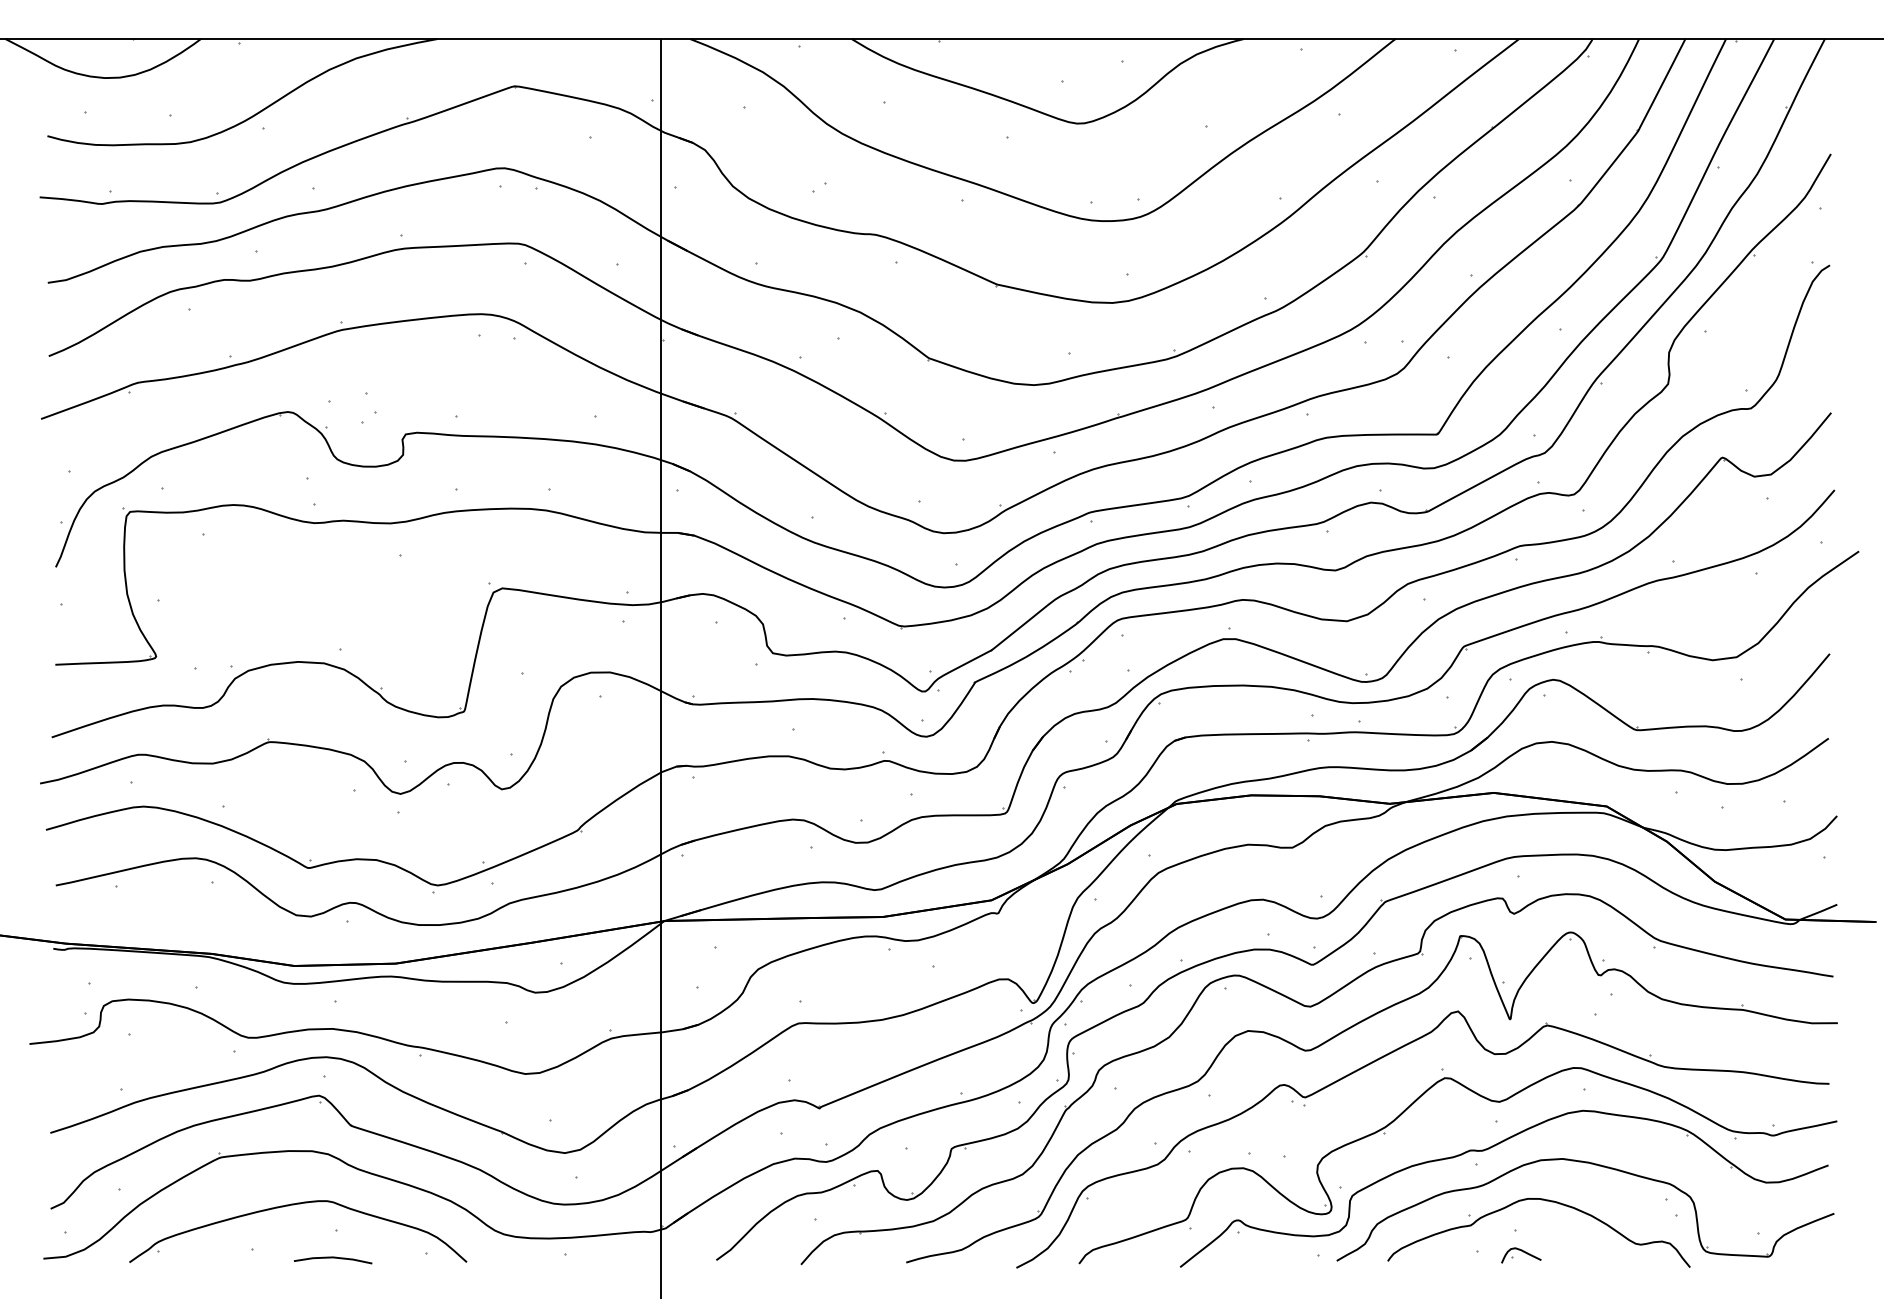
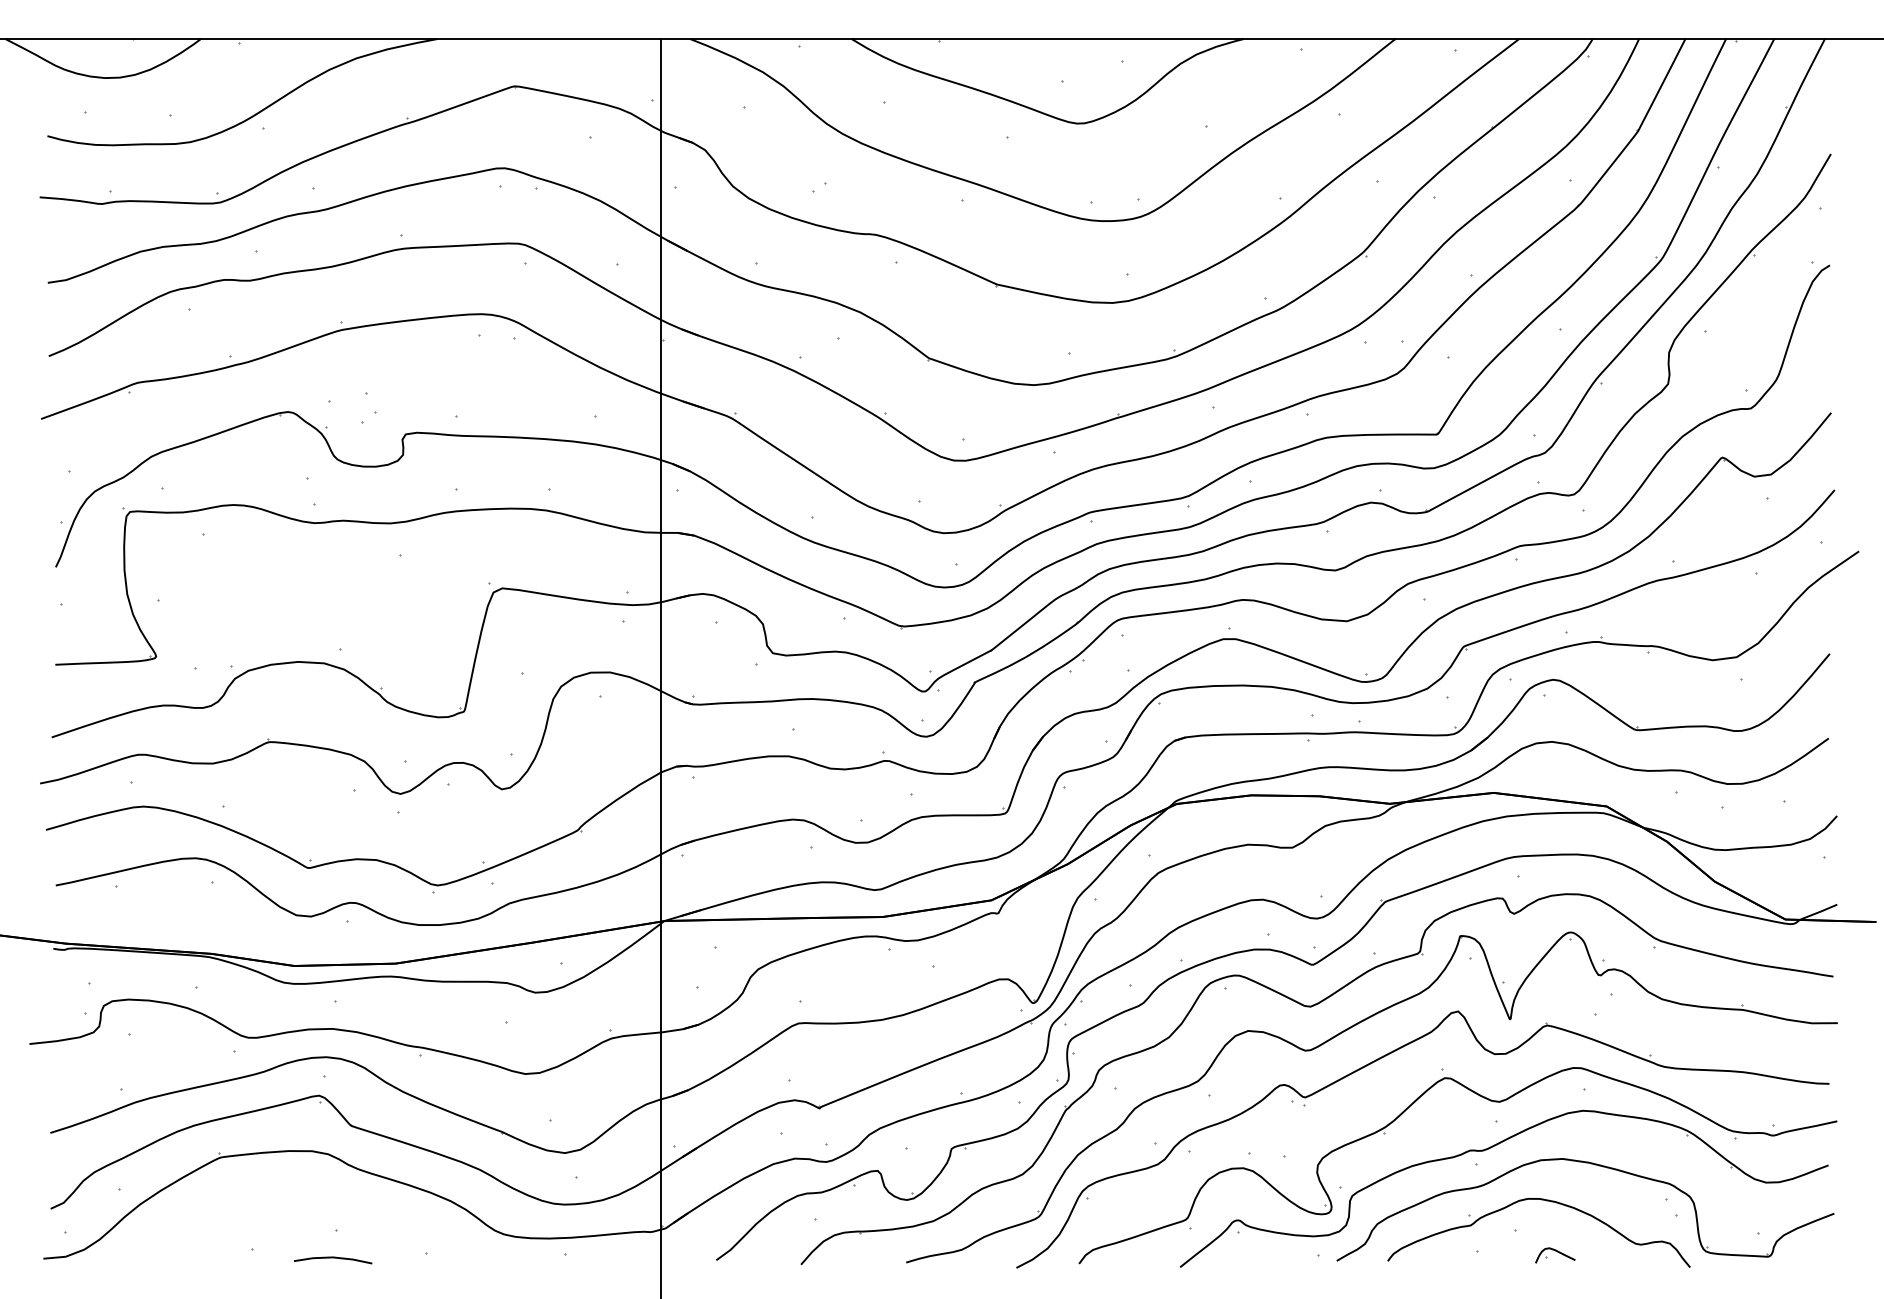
part at (294, 1205): present -> none
part at (1521, 1255) position: (1521, 1255) -> (1555, 1255)
